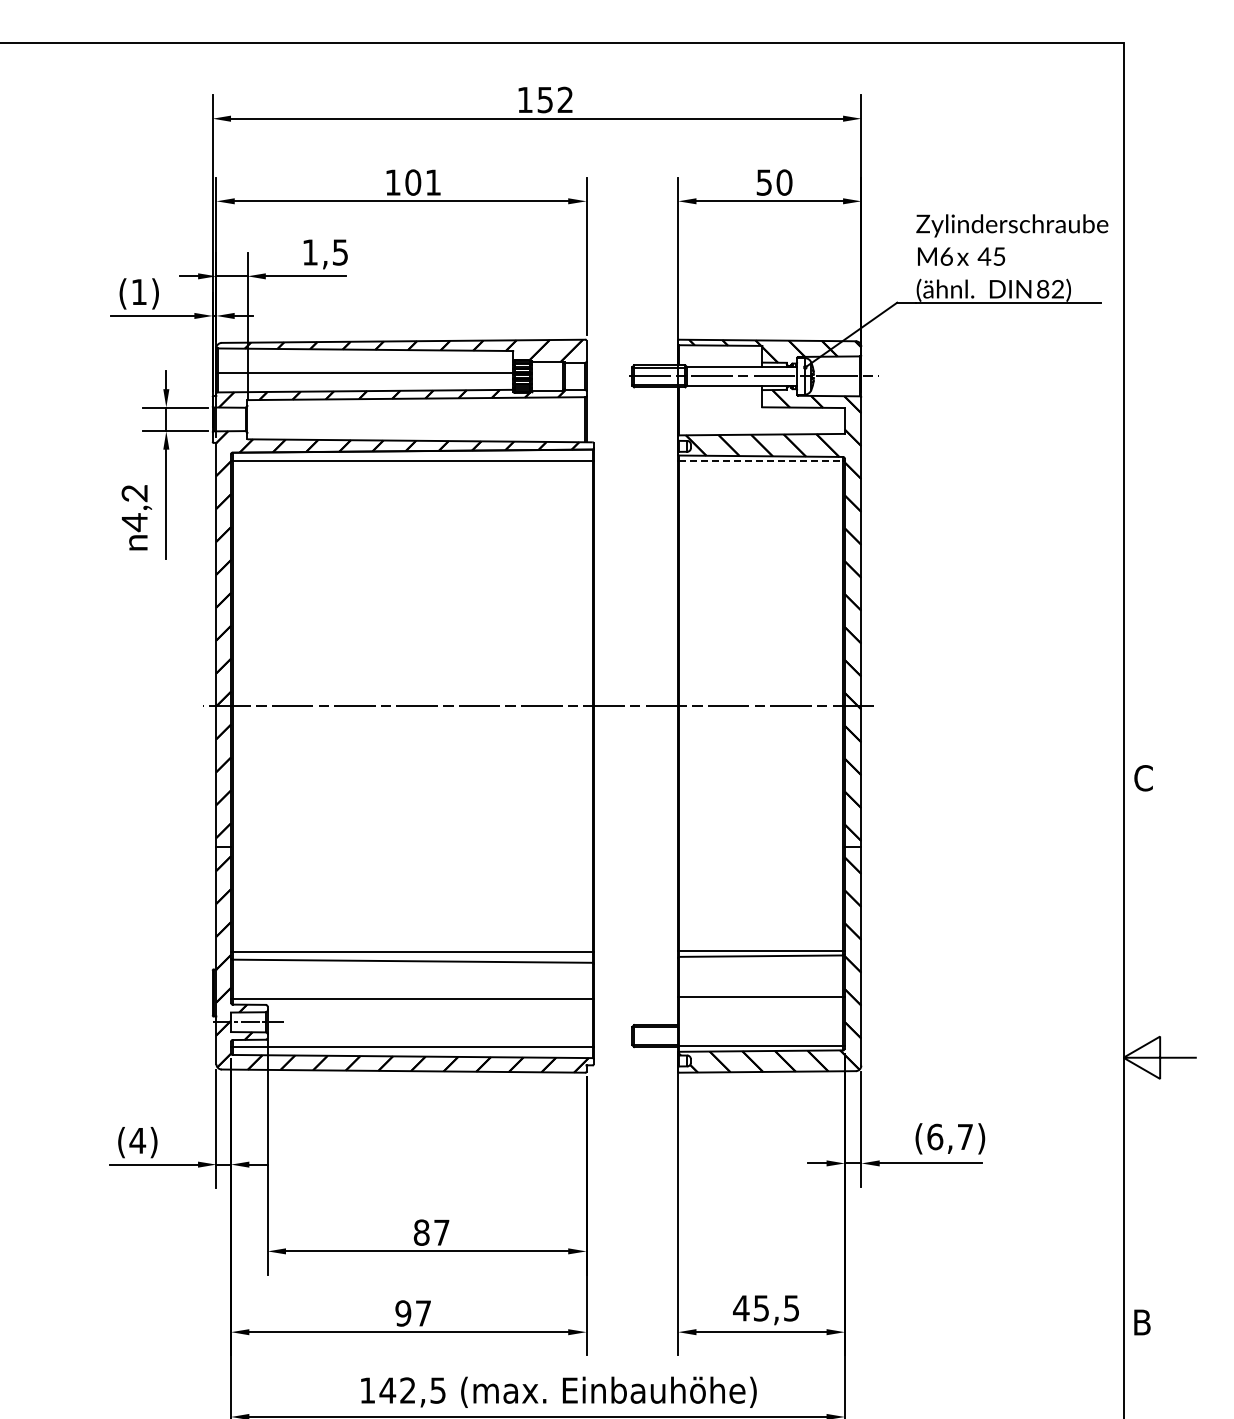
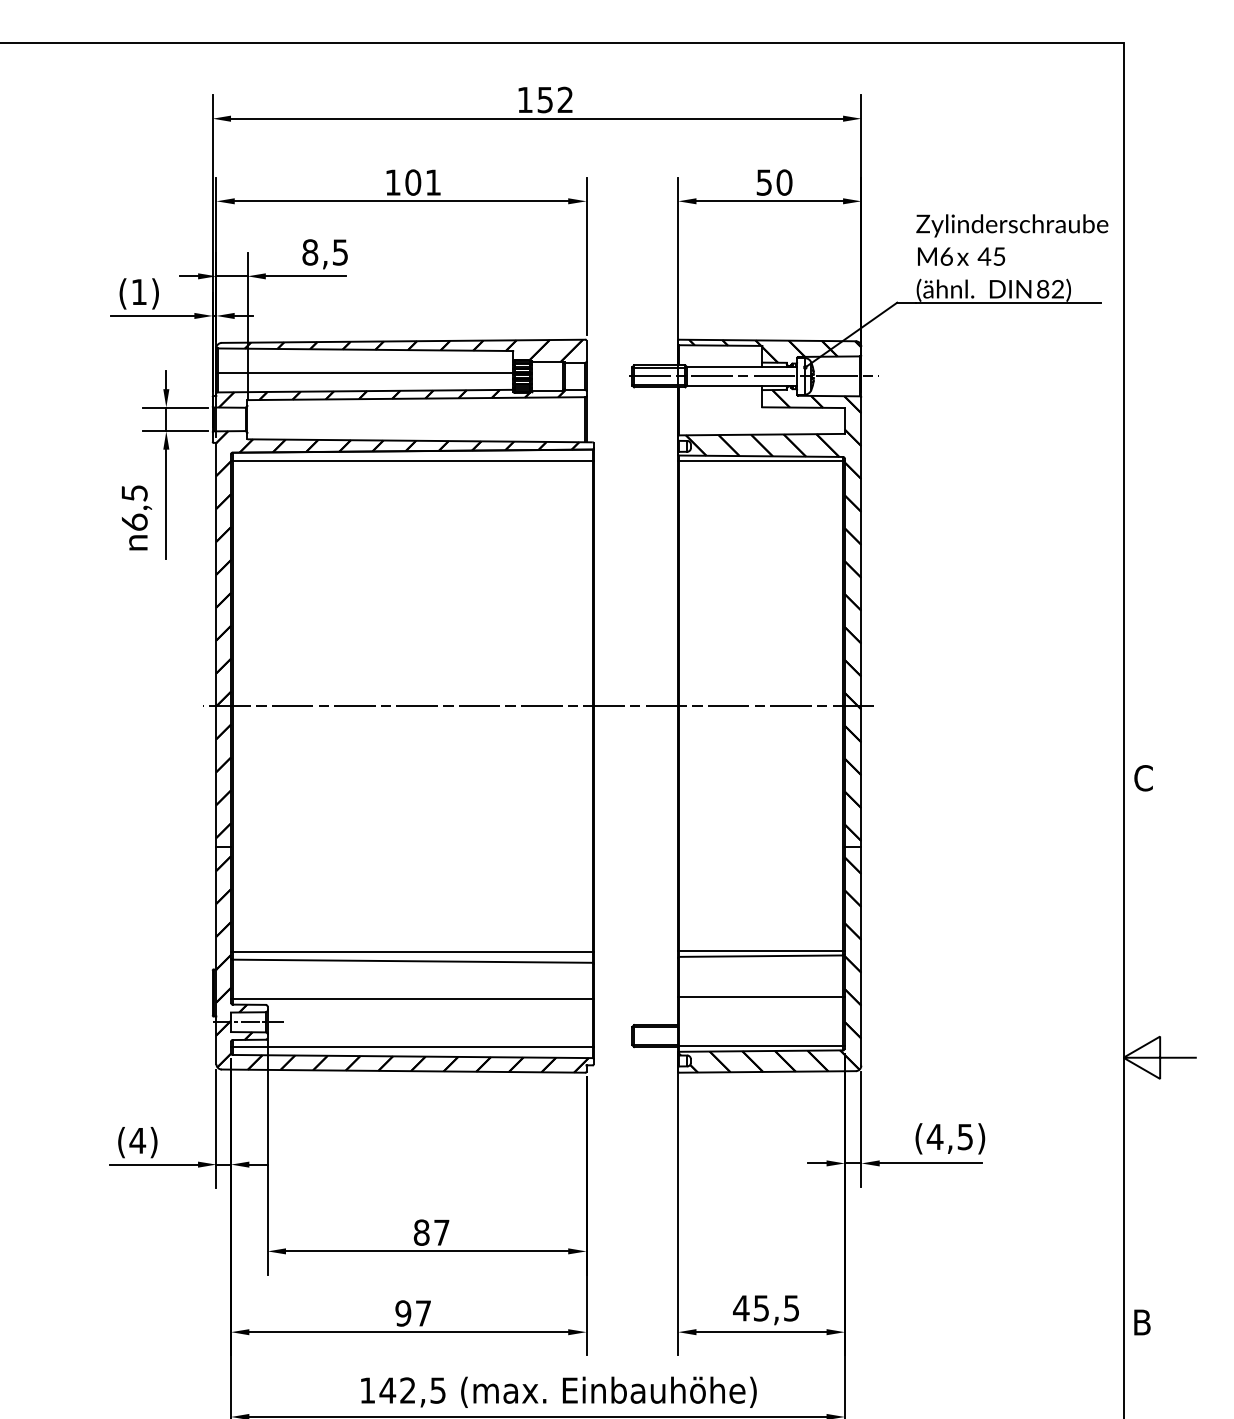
text at (310, 252): 1,5 -> 8,5
line at (761, 461): dashed -> solid
text at (134, 508): 4,2 -> 6,5
text at (949, 1136): (6,7) -> (4,5)
